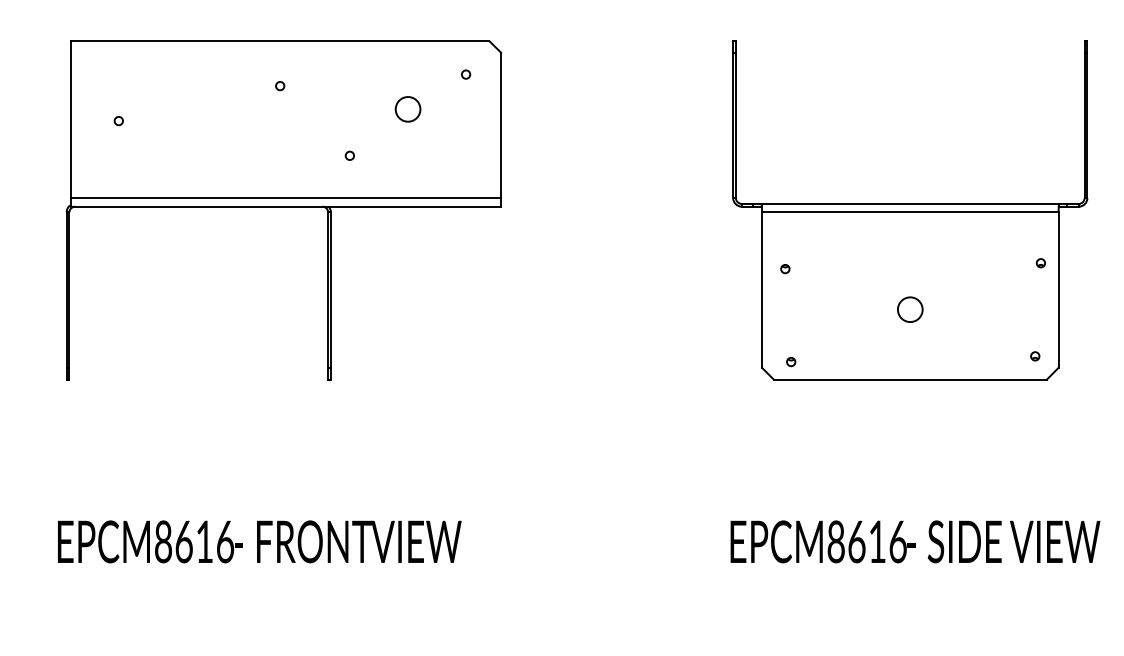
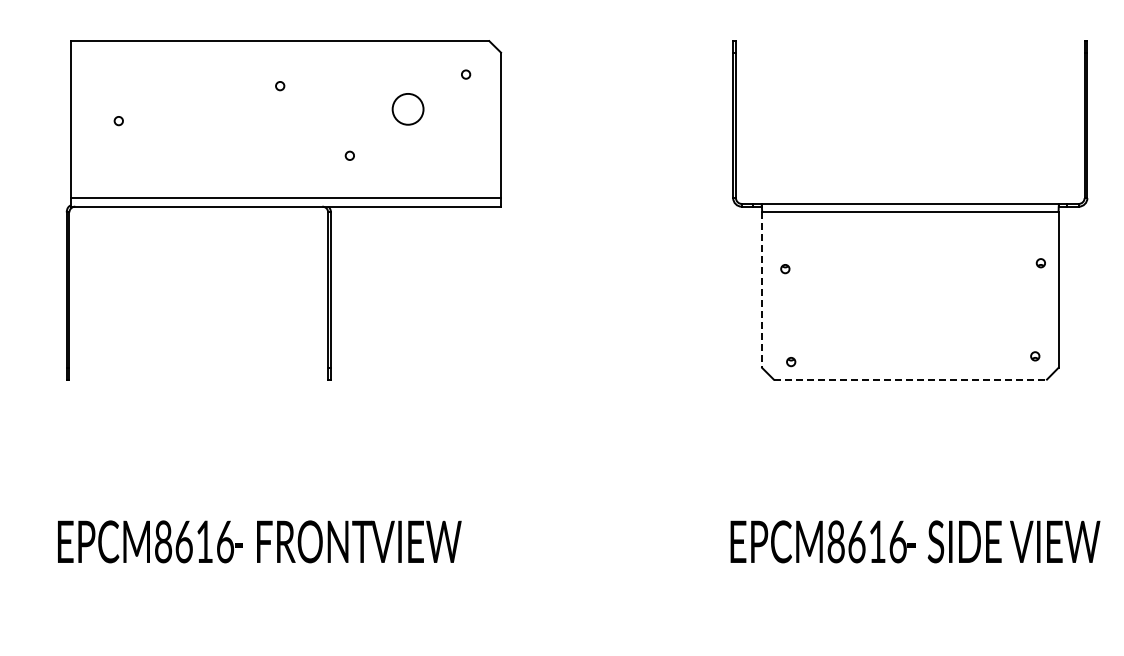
circle at (407, 109) size: 28x27 px -> 34x33 px
line at (762, 290): solid -> dashed
circle at (910, 309): present -> none
line at (910, 379): solid -> dashed
